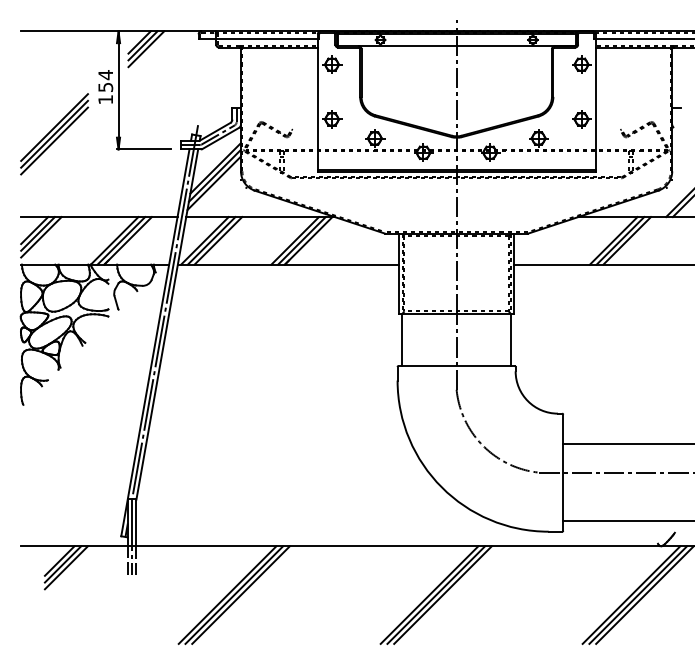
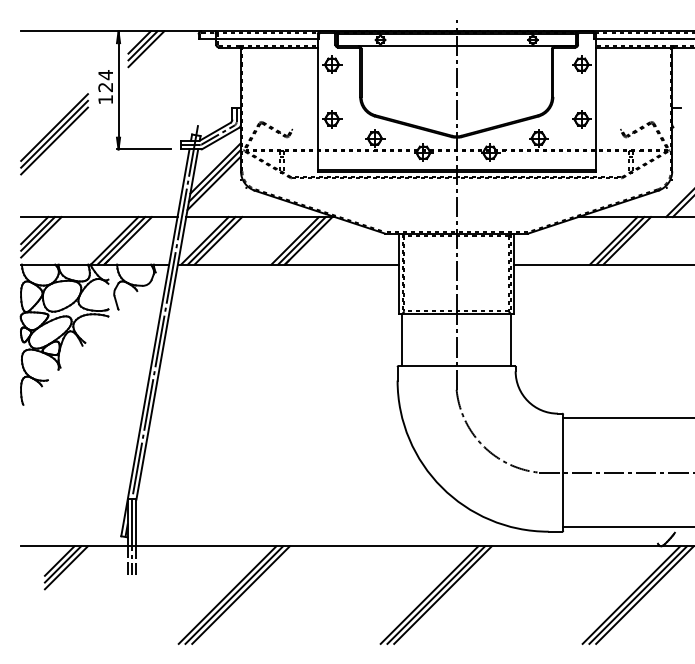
text at (105, 87): 154 -> 124
line at (627, 444) position: (627, 444) -> (627, 418)
line at (627, 520) position: (627, 520) -> (627, 526)
